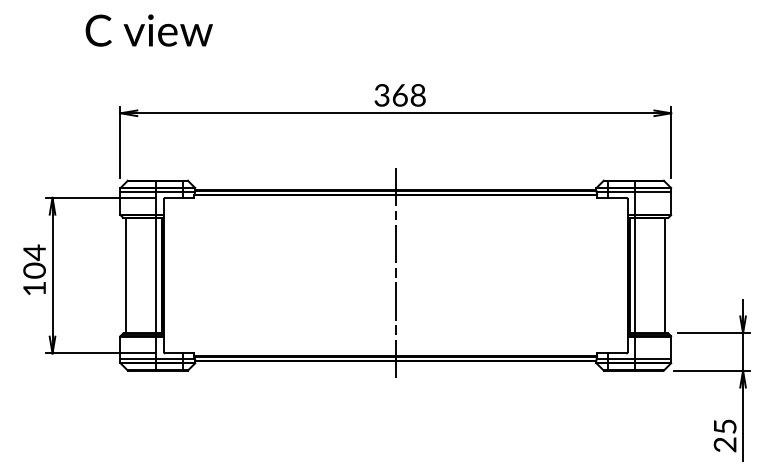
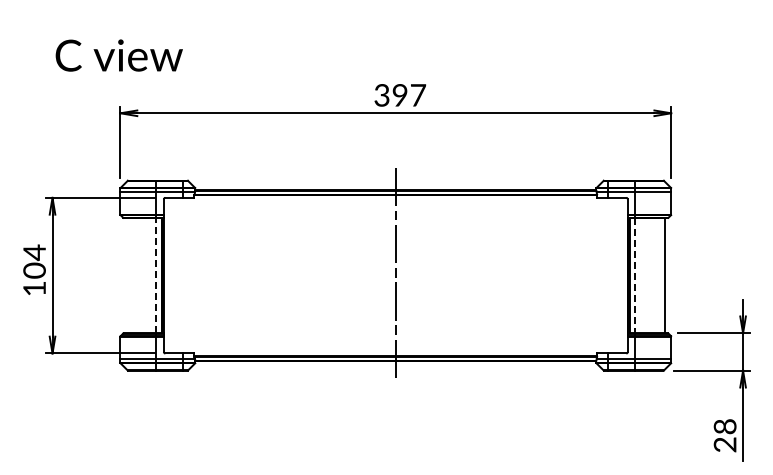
text at (148, 30) position: (148, 30) -> (118, 55)
text at (409, 95): 368 -> 397
line at (126, 275): present -> none
line at (156, 275): solid -> dashed
line at (635, 275): solid -> dashed
text at (724, 426): 25 -> 28
